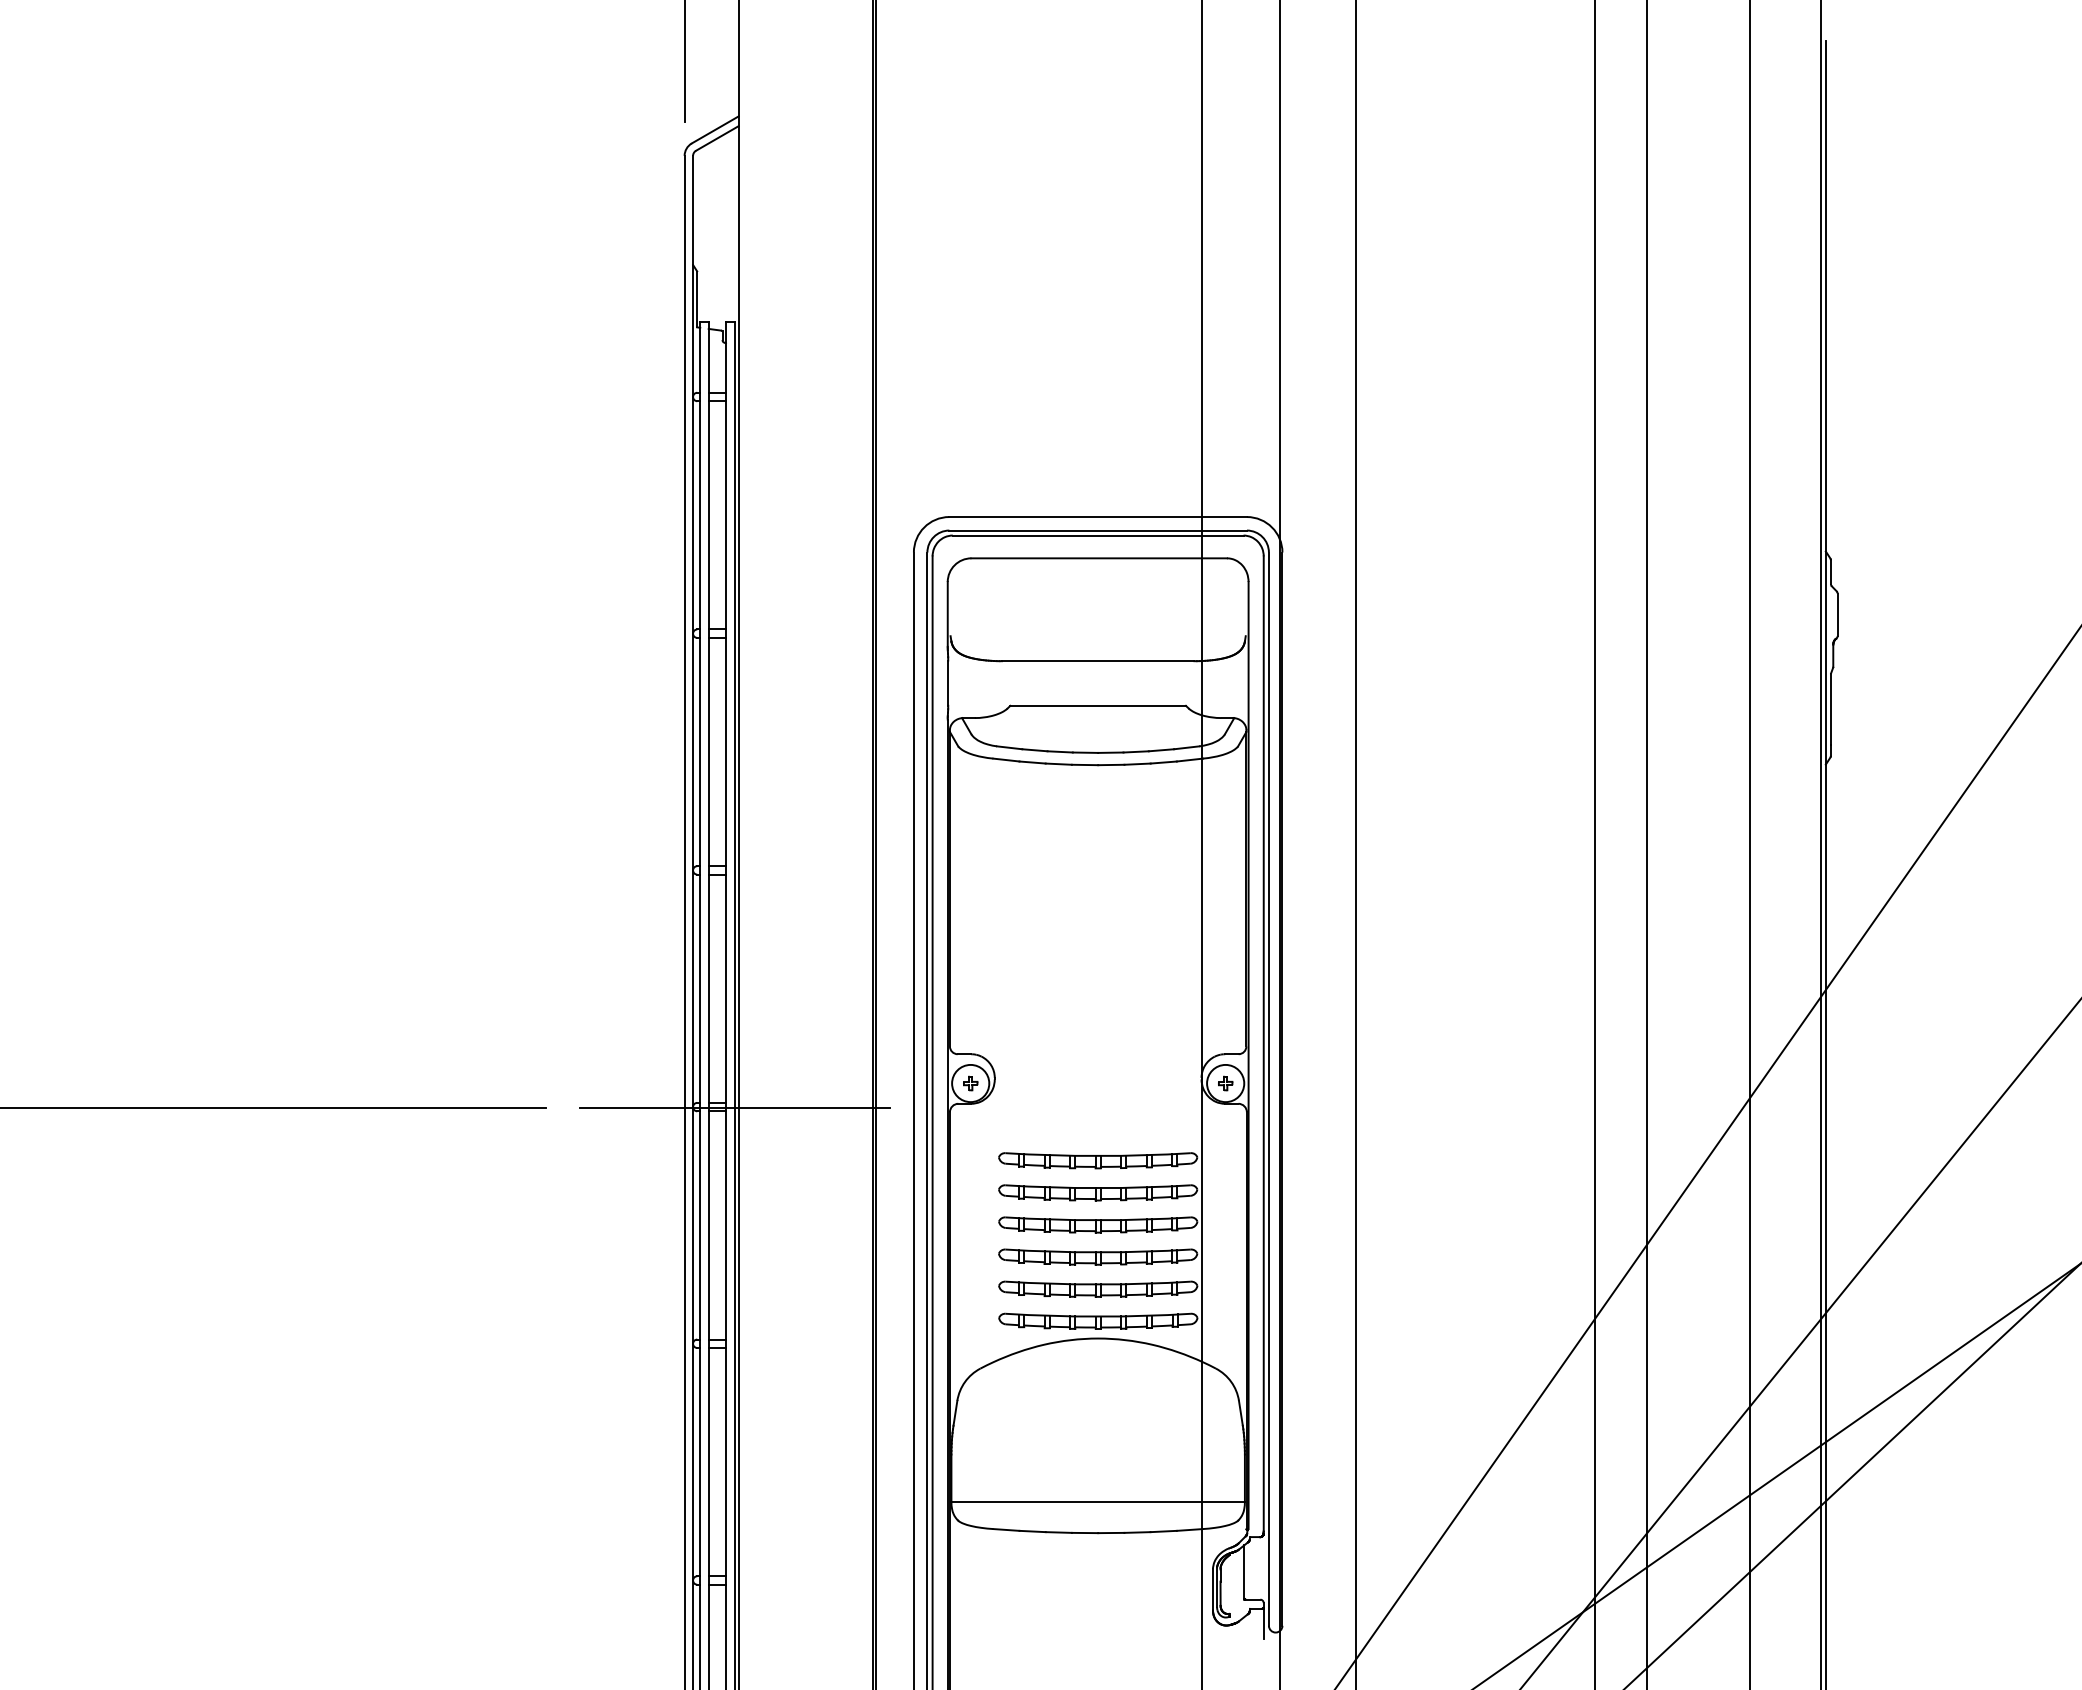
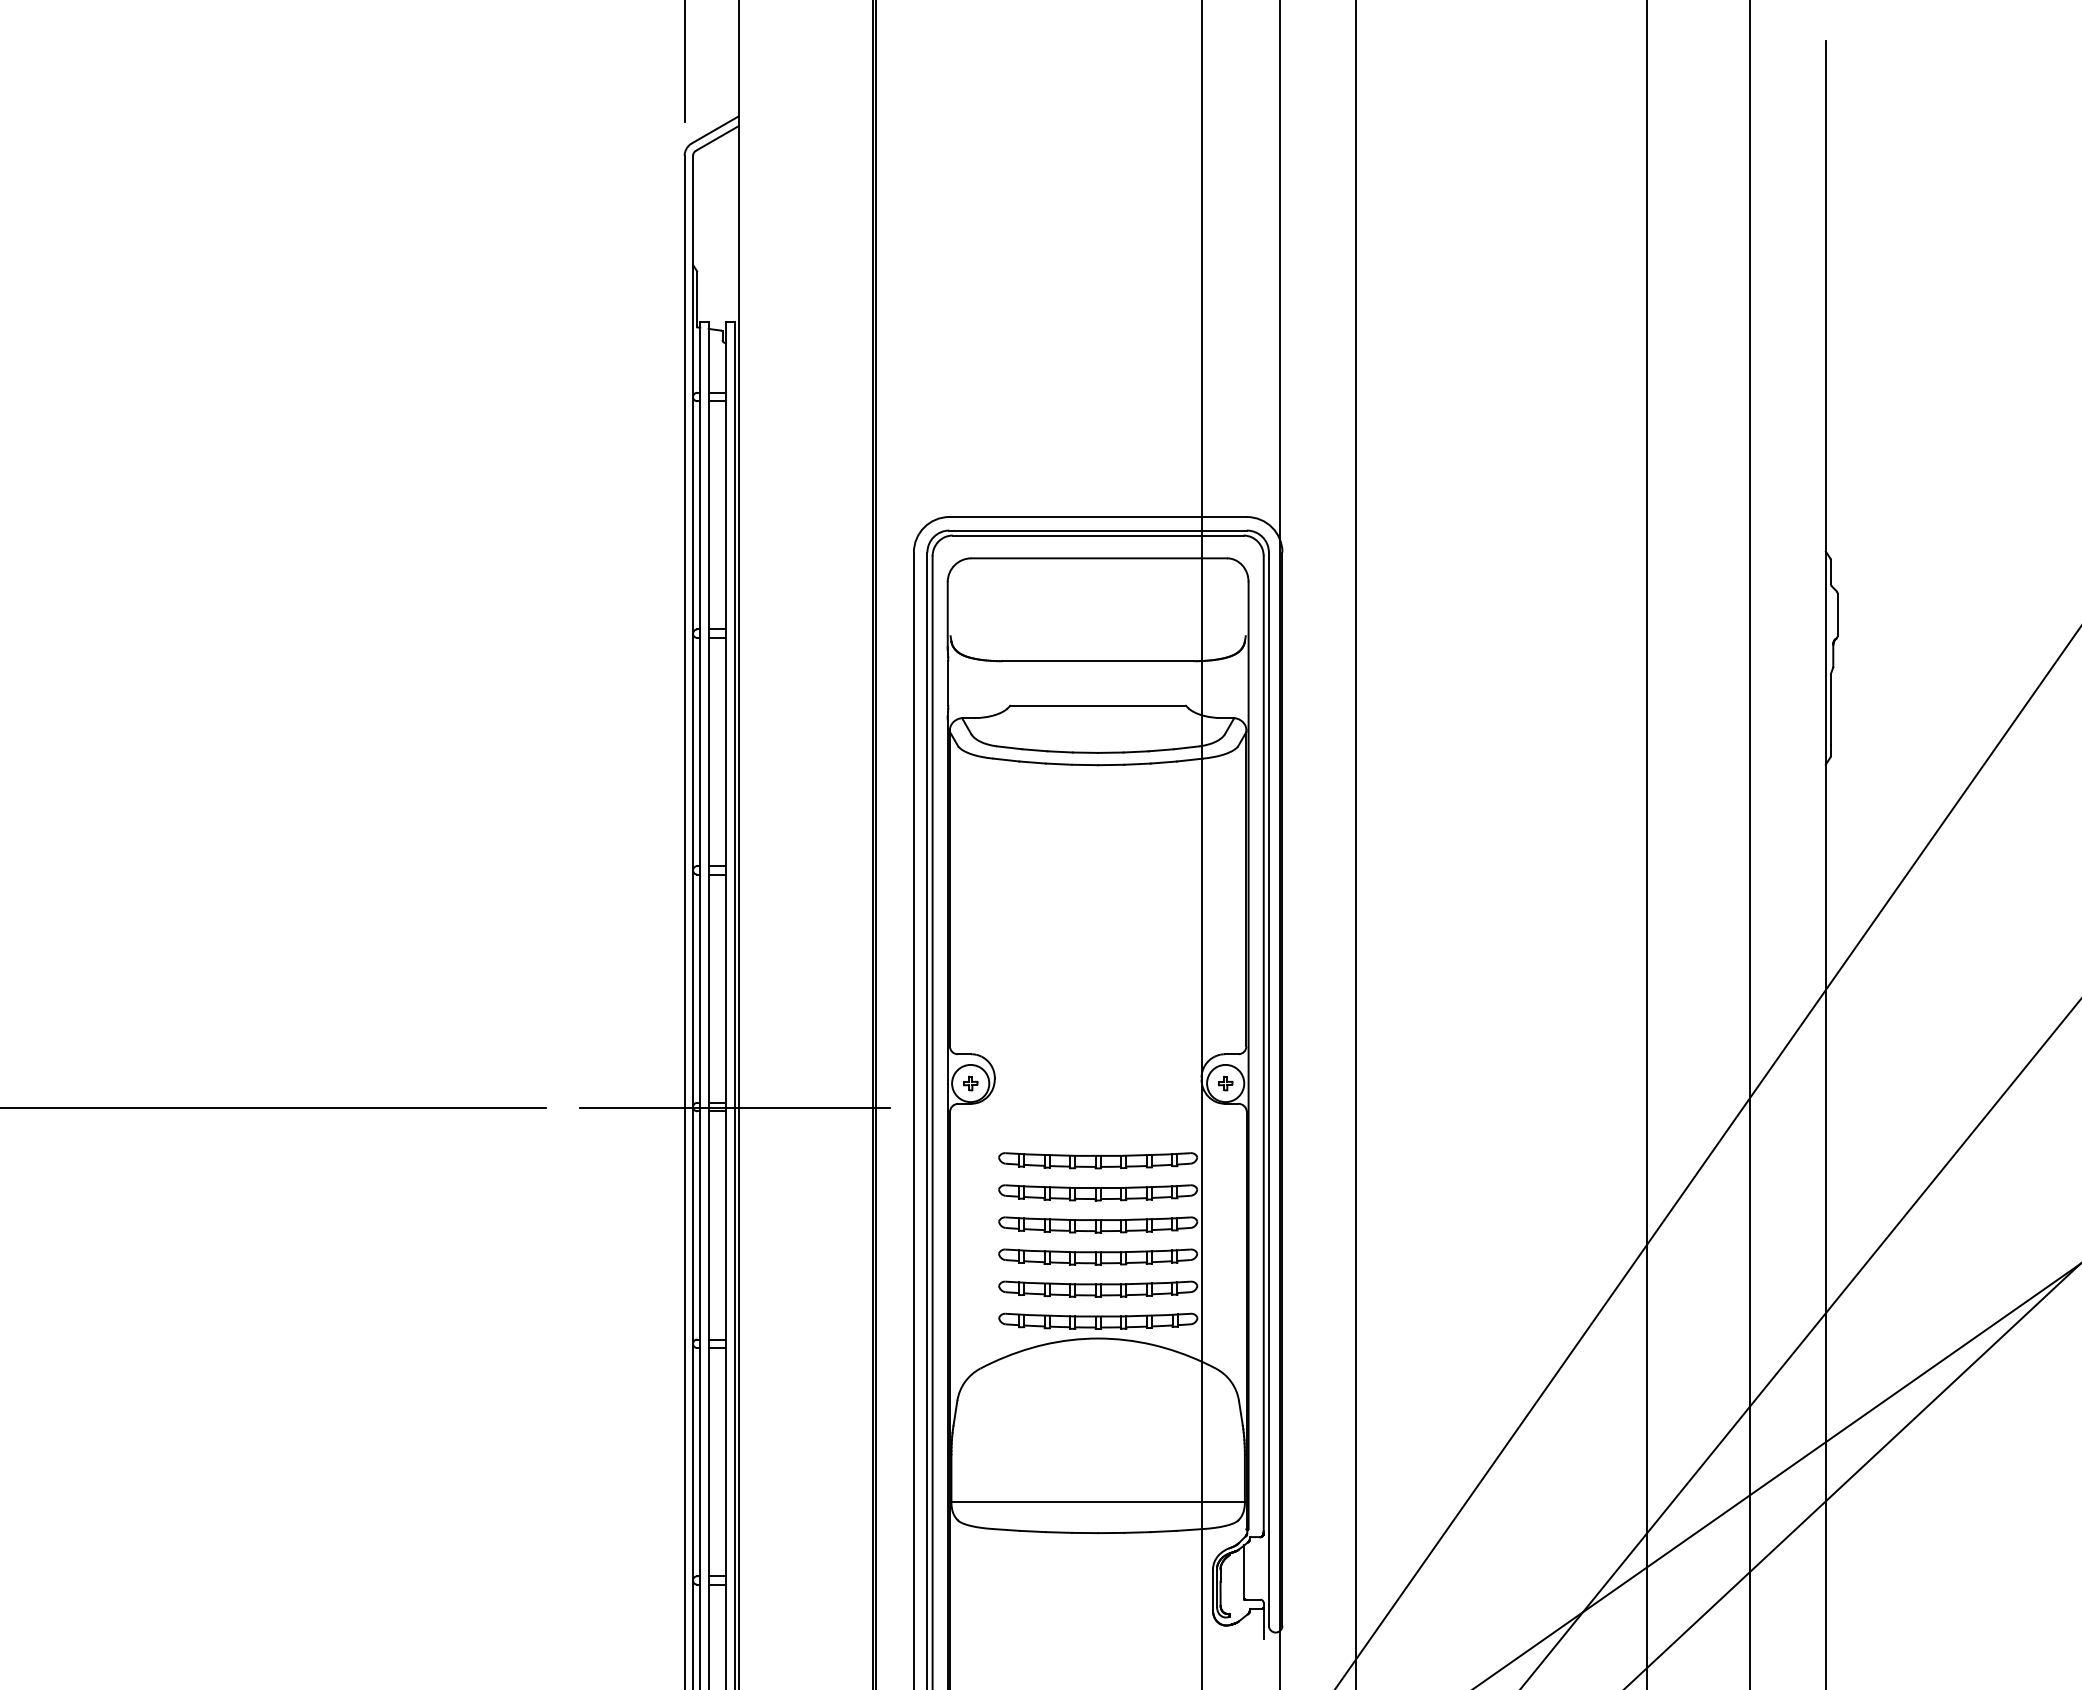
line at (1594, 844): present -> none
line at (1820, 844): present -> none
